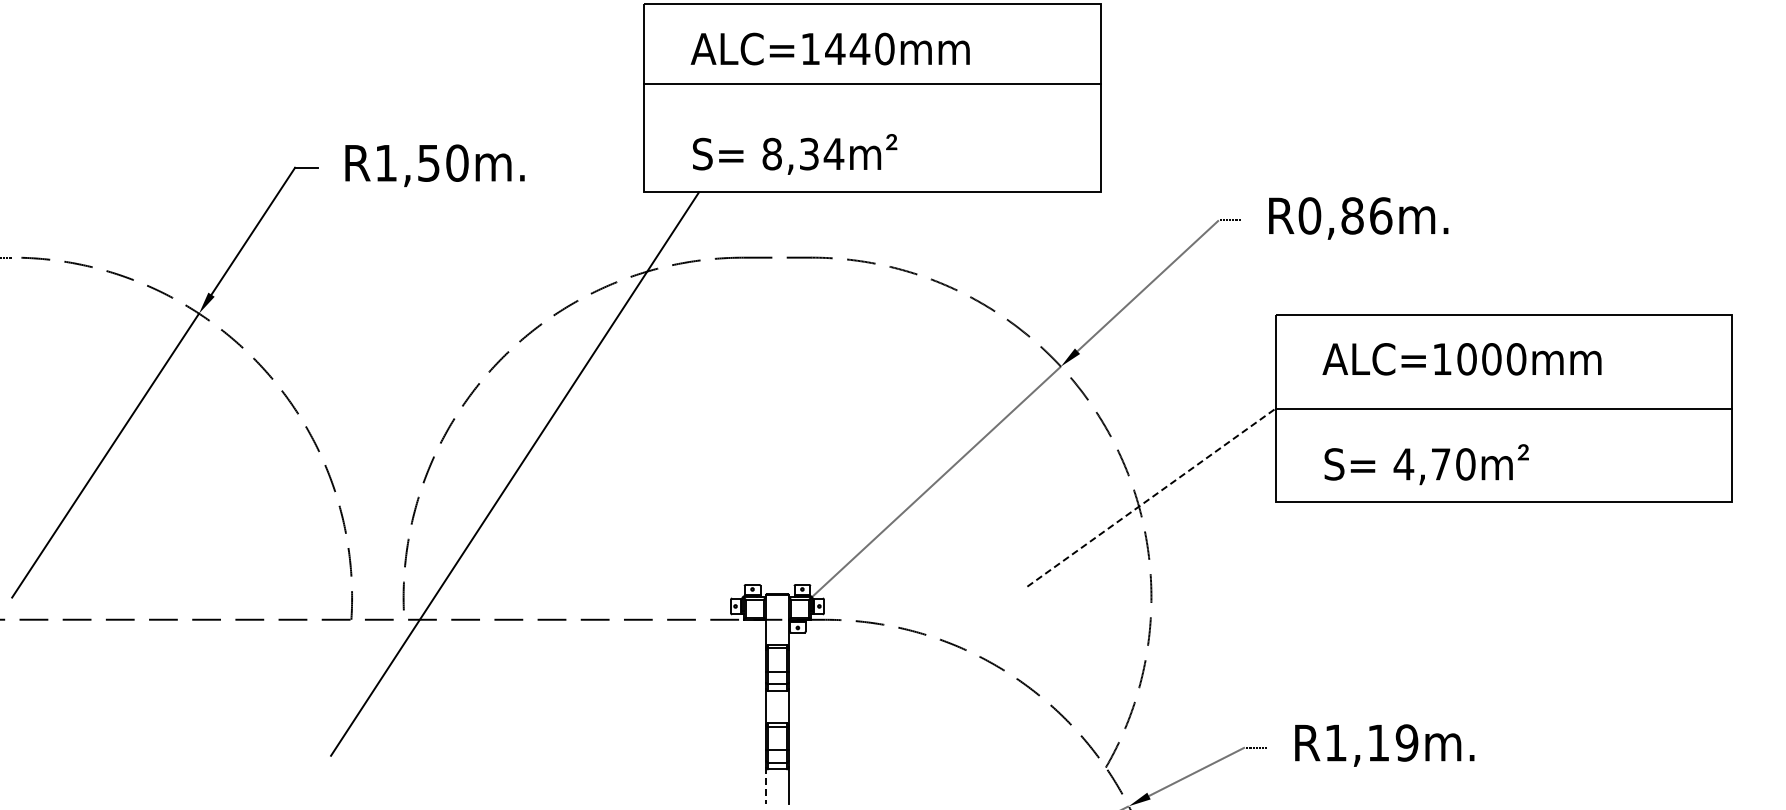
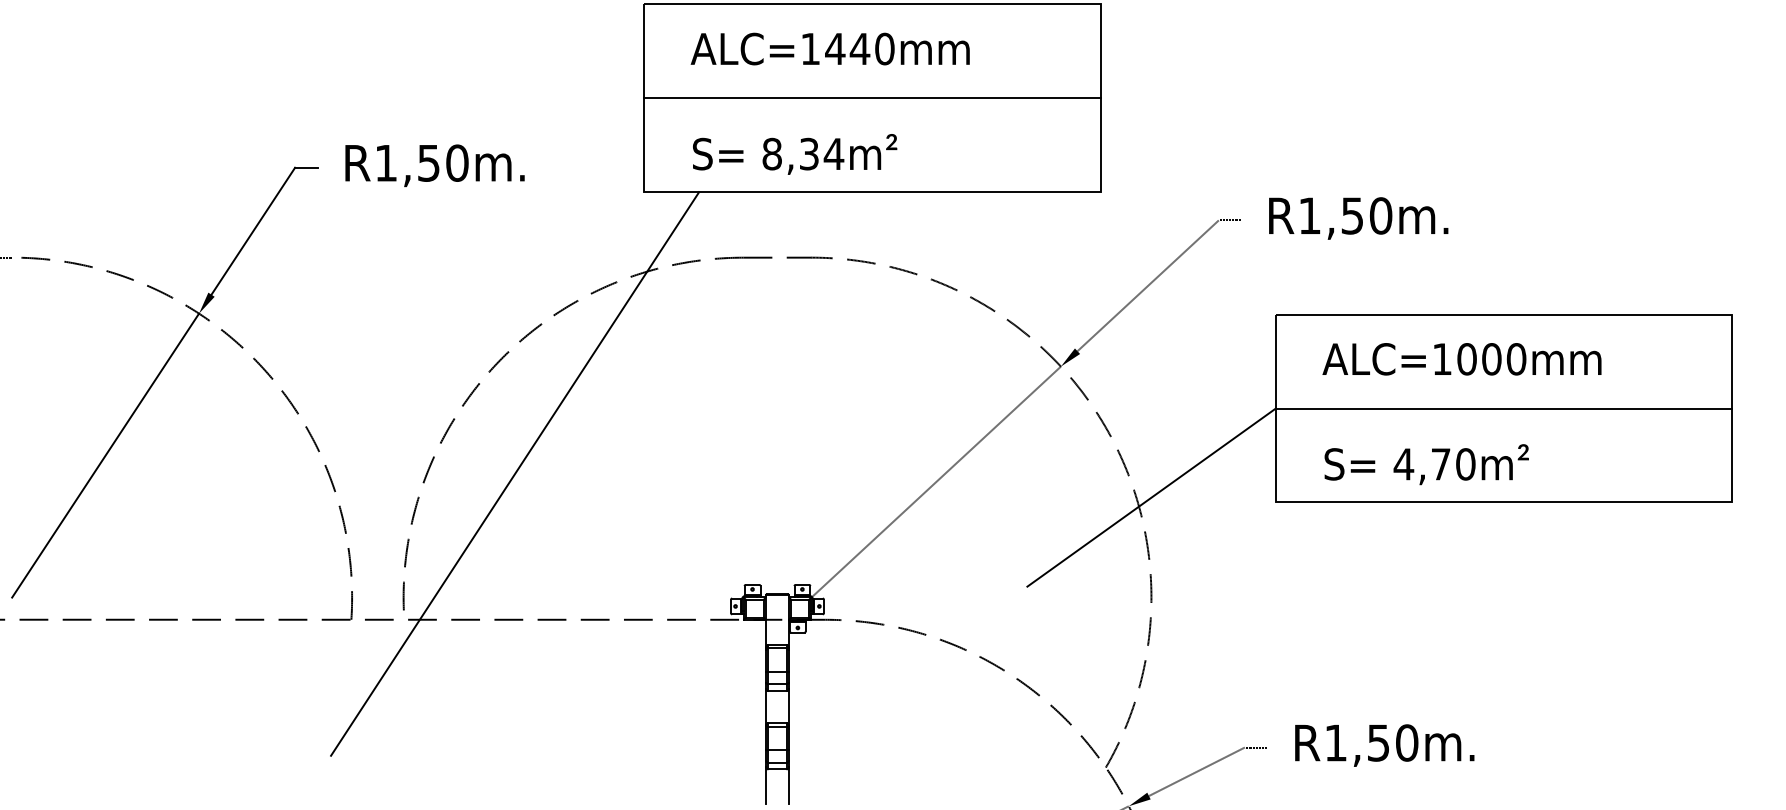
line at (872, 84) position: (872, 84) -> (872, 98)
text at (1345, 215): R0,86m. -> R1,50m.
line at (1151, 497): dashed -> solid
text at (1393, 742): R1,19m. -> R1,50m.
line at (766, 786): dashed -> solid
